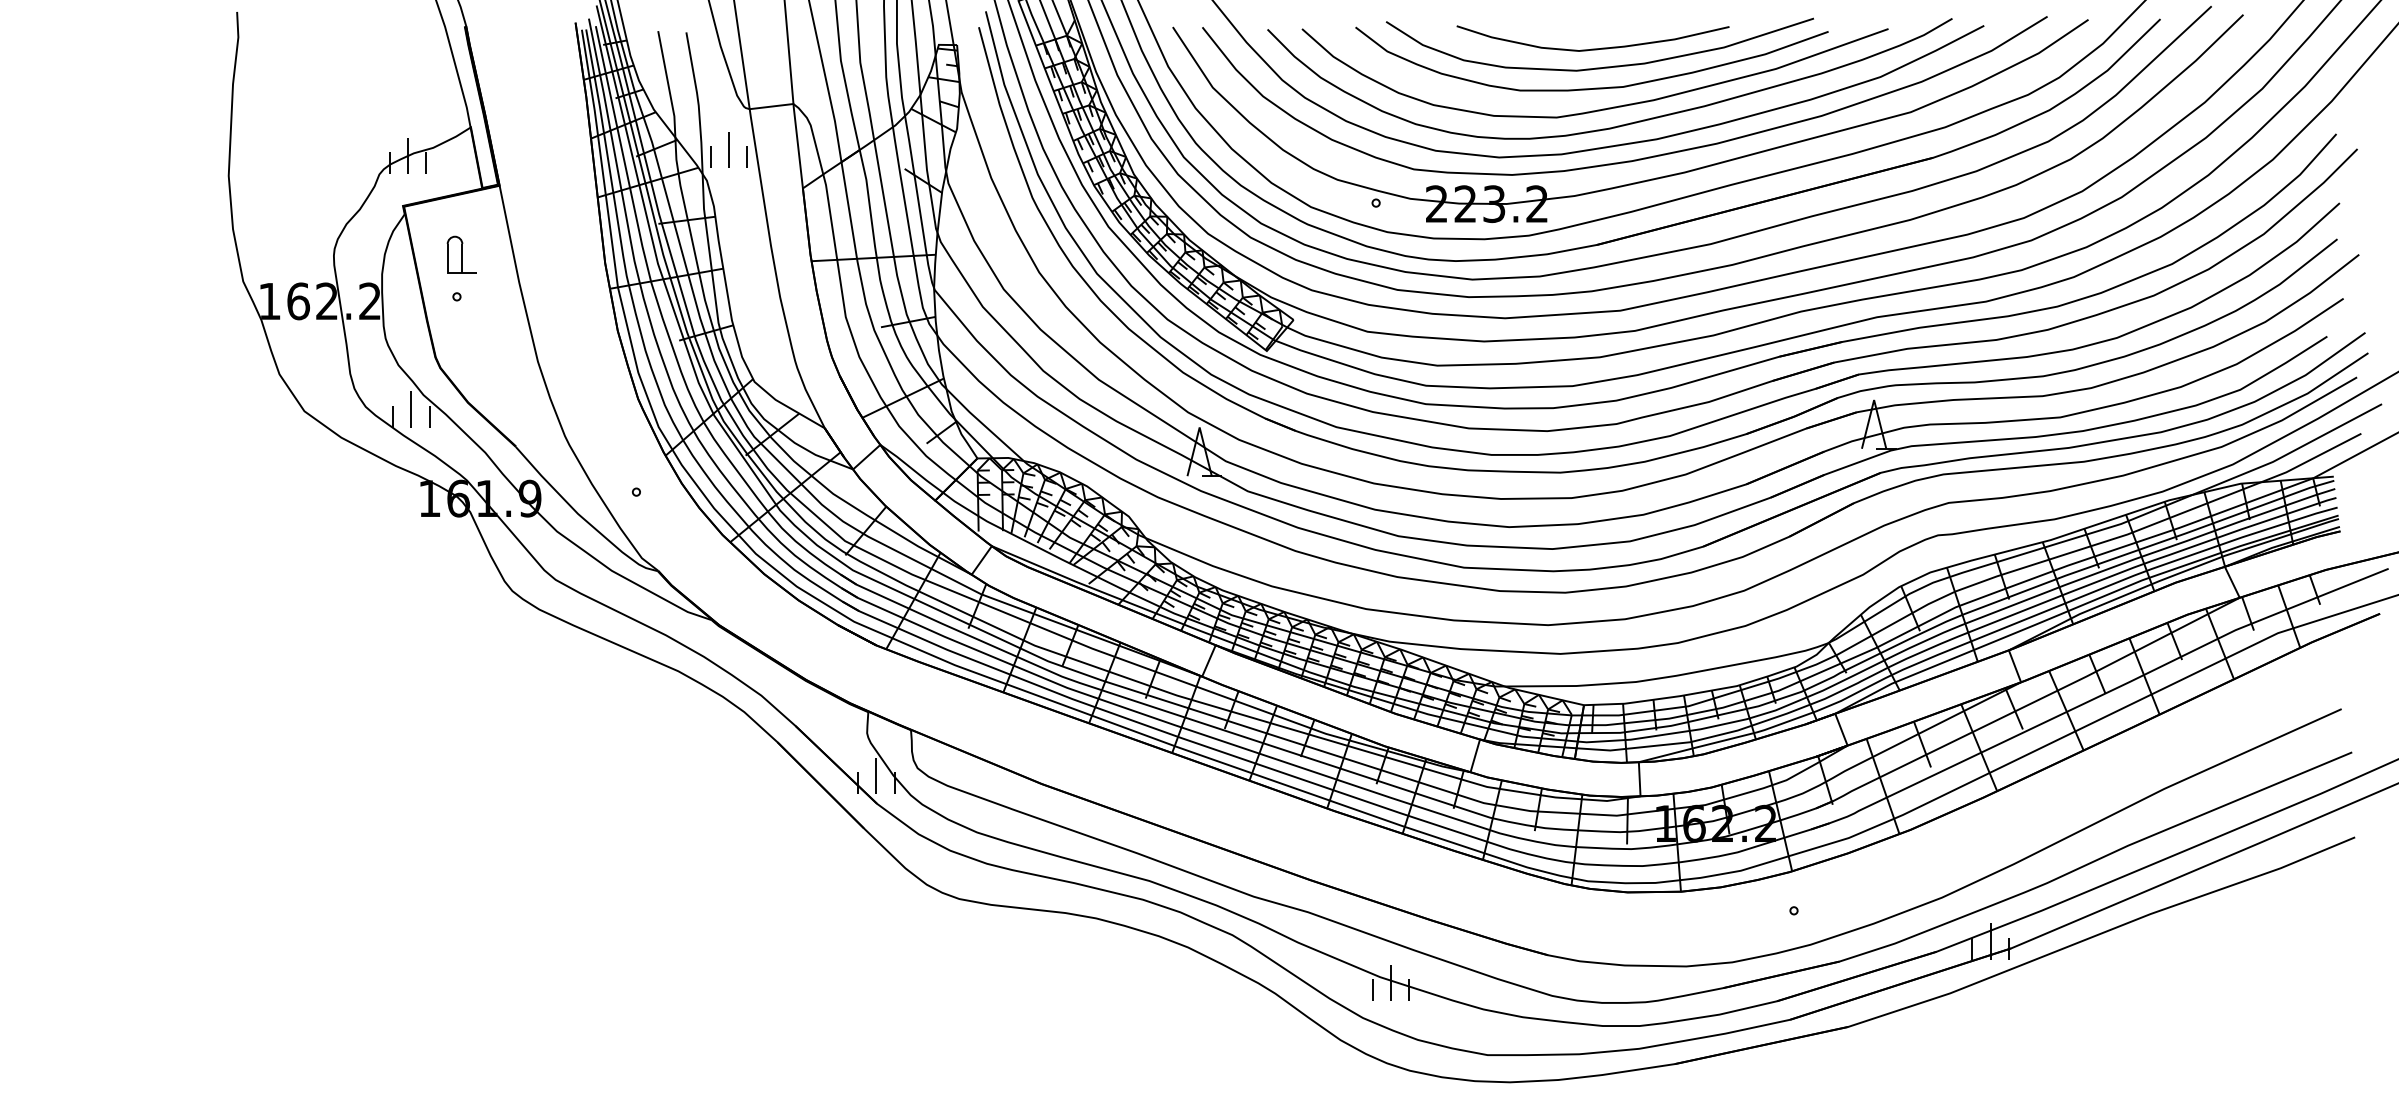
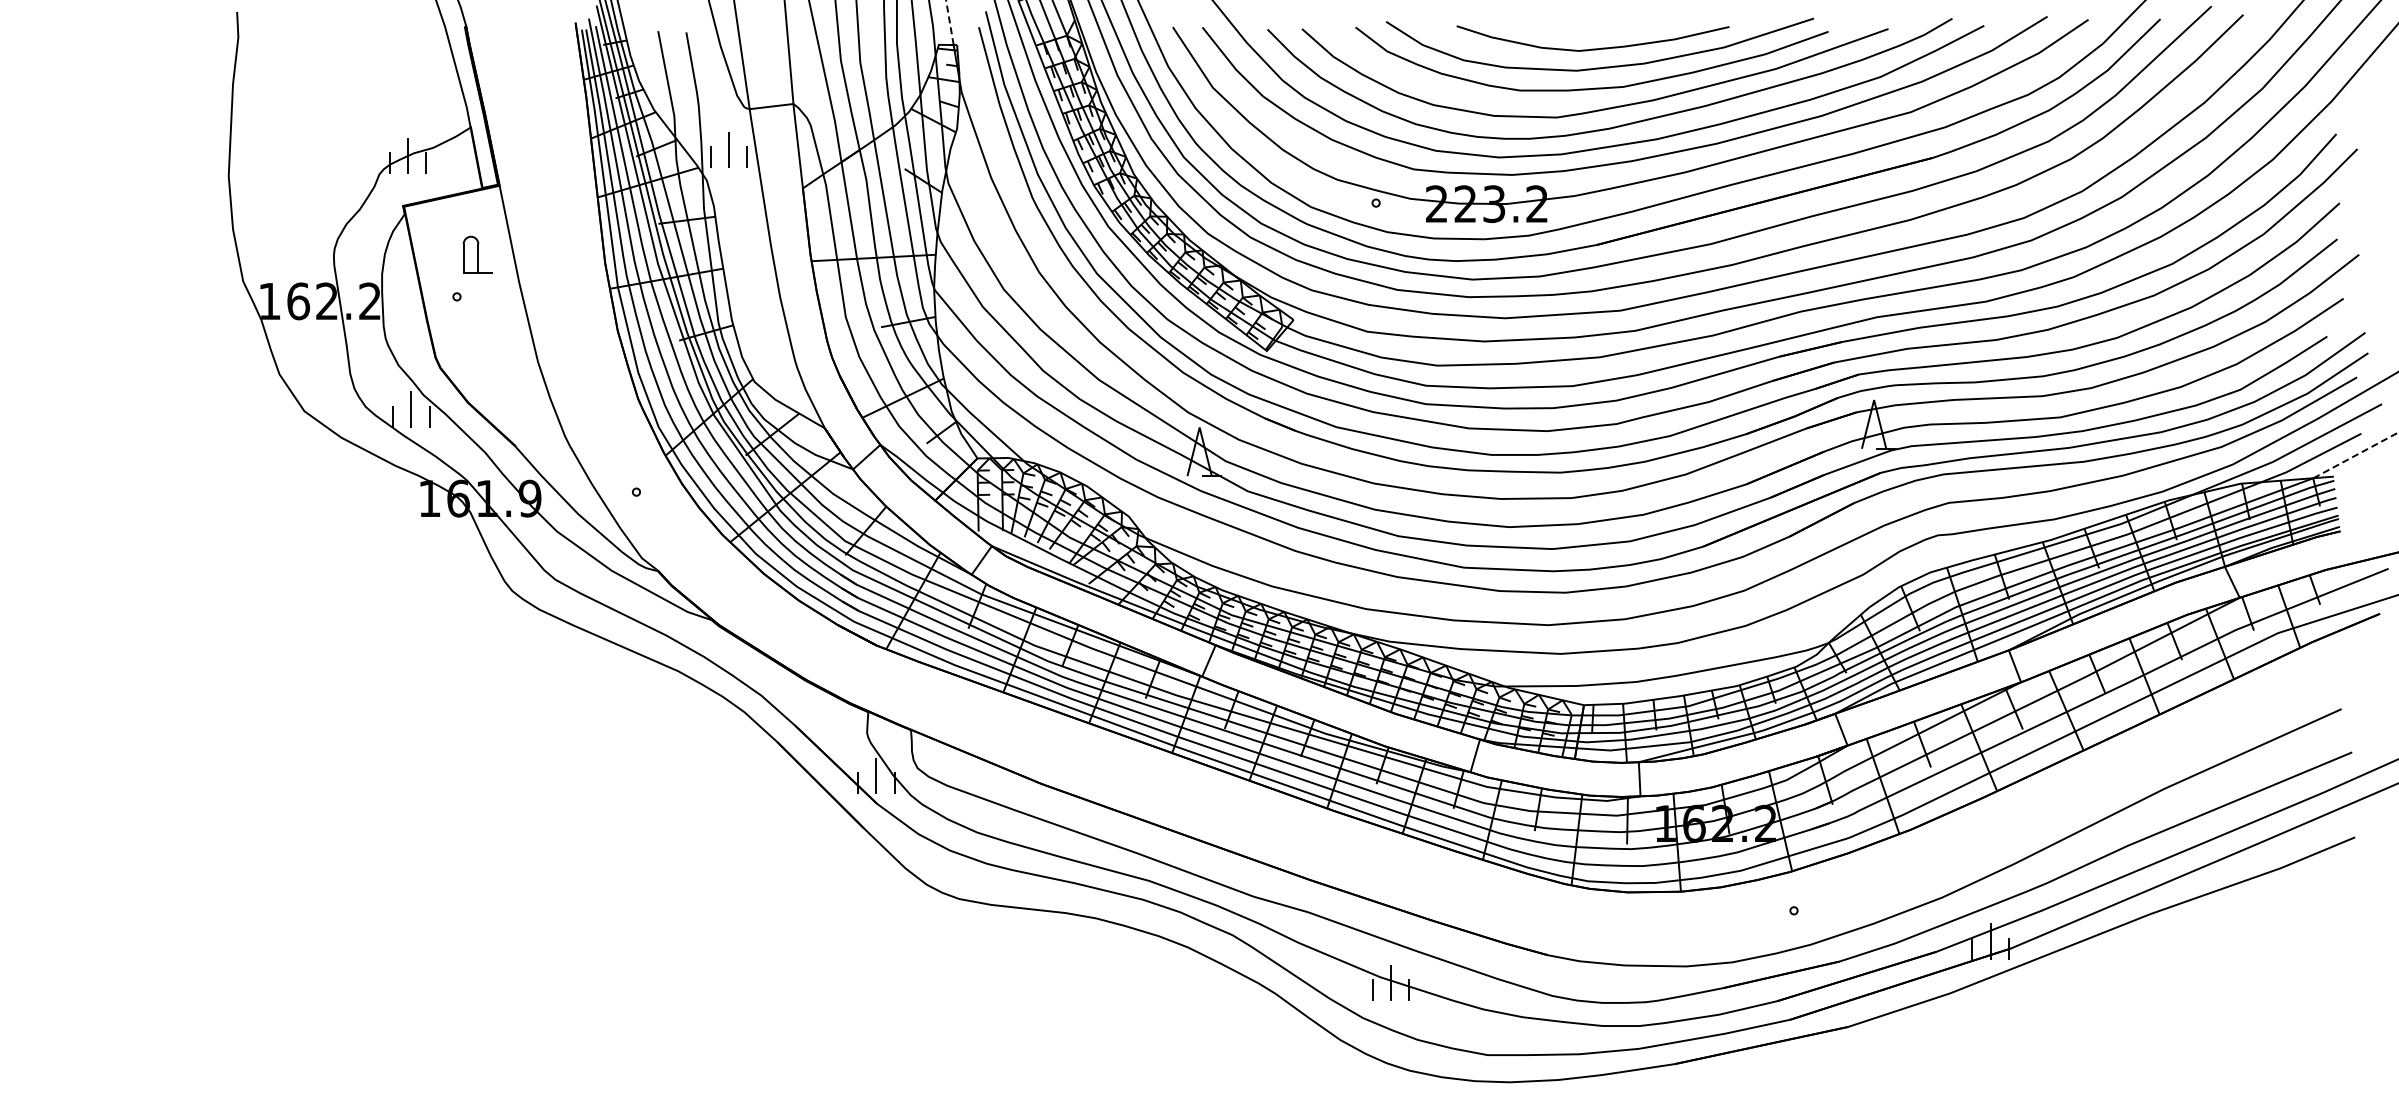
line at (949, 22): solid -> dashed
part at (461, 254) position: (461, 254) -> (477, 254)
line at (2356, 455): solid -> dashed
